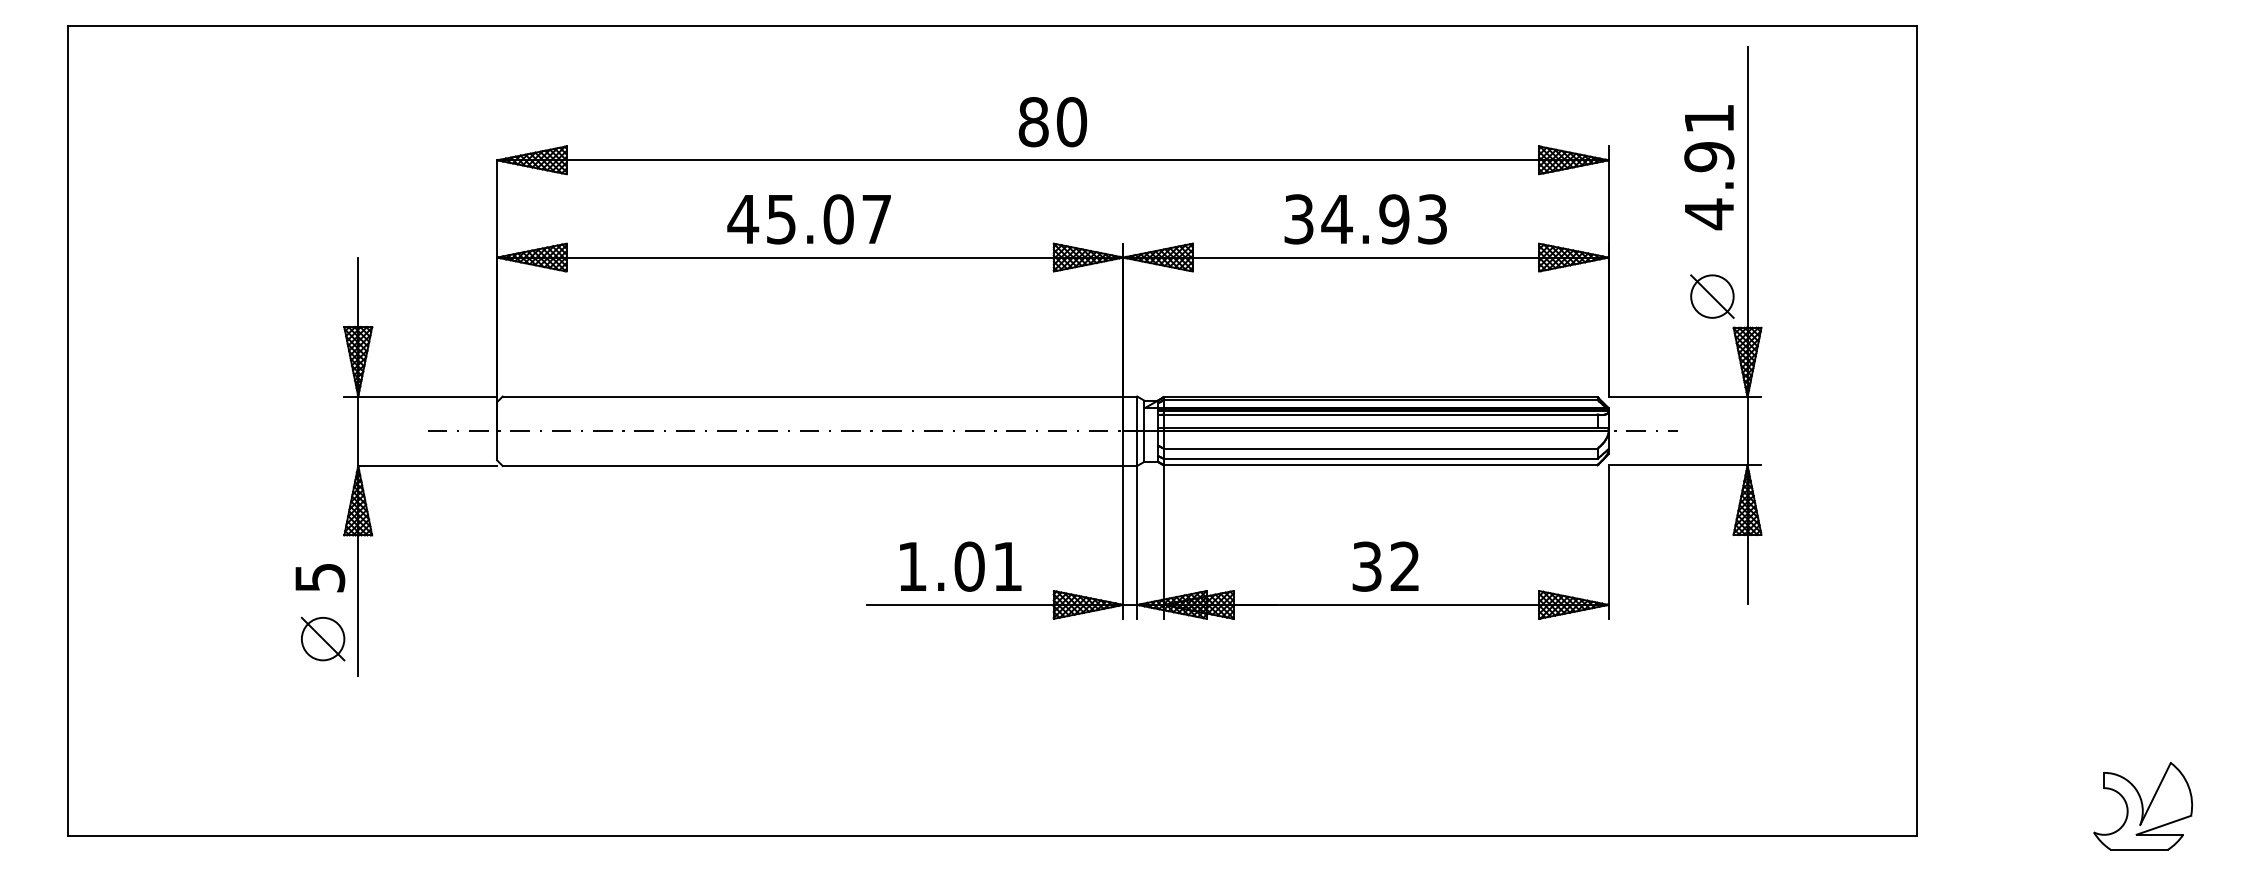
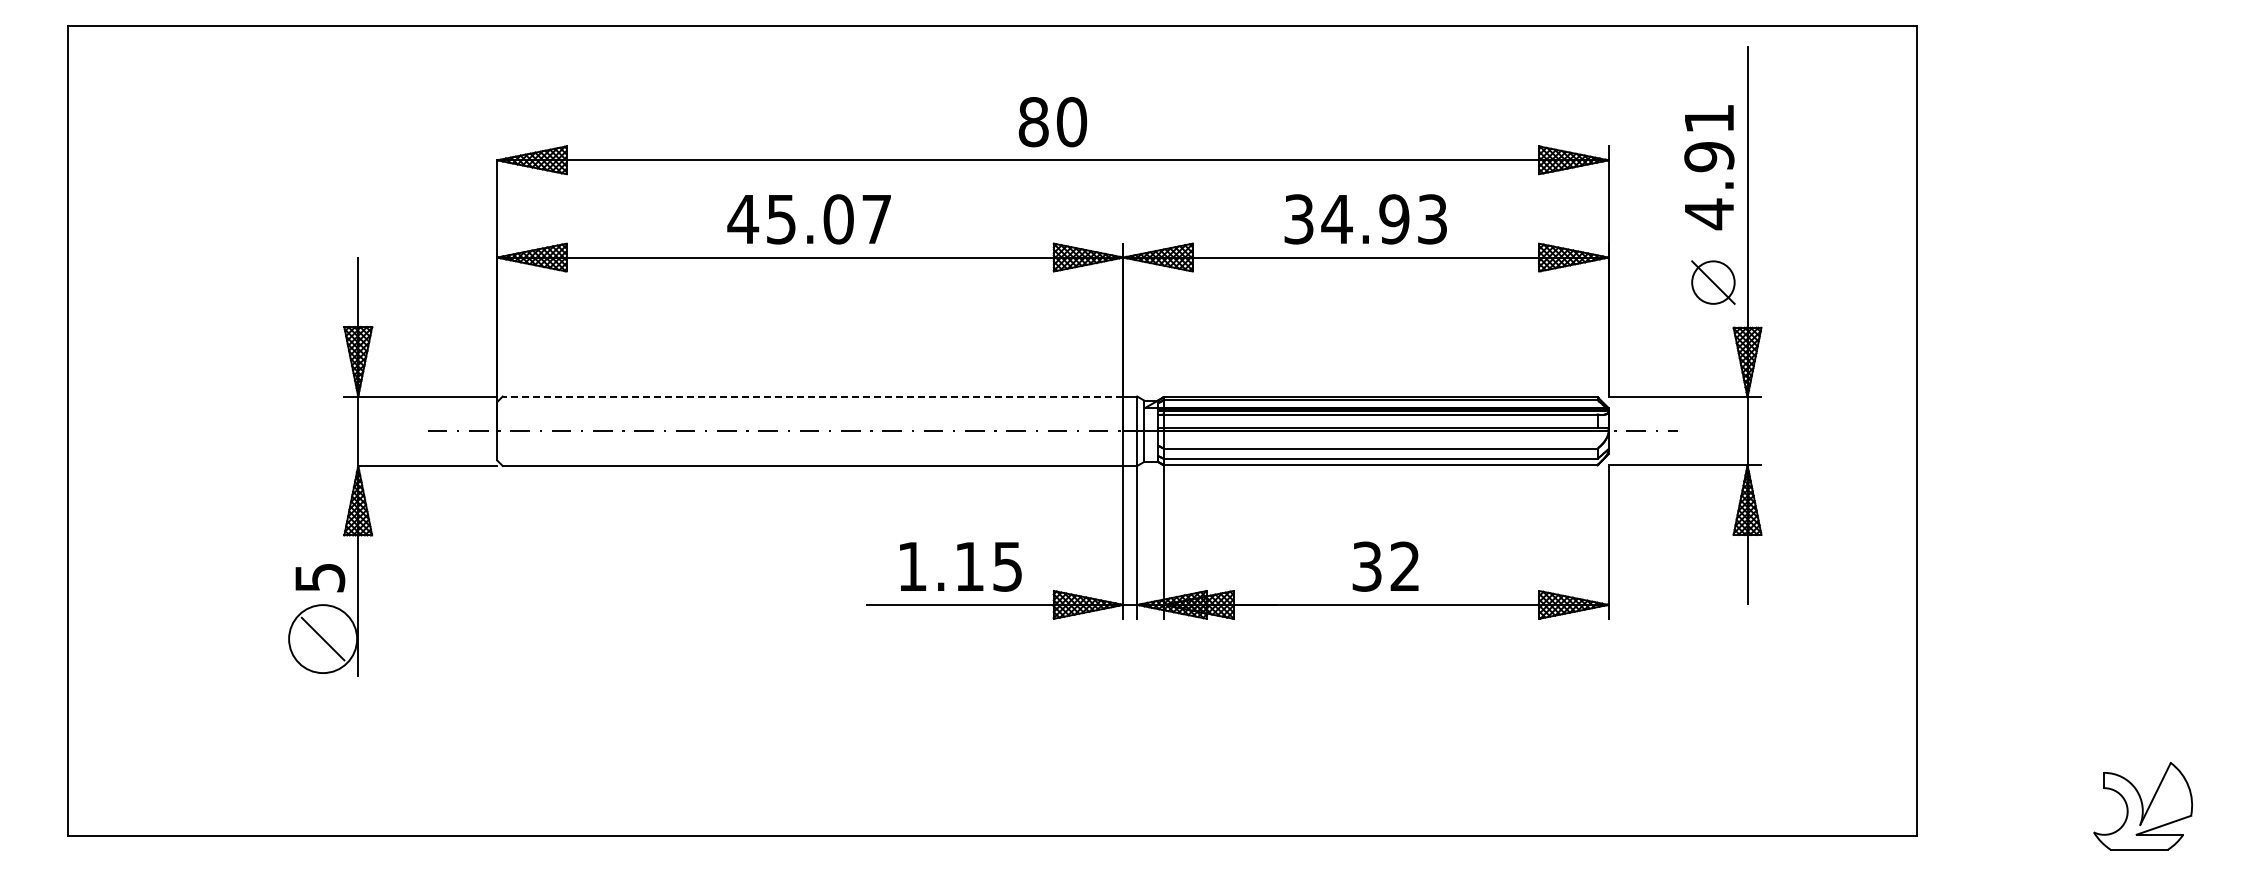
part at (1712, 296) position: (1712, 296) -> (1713, 282)
line at (812, 396): solid -> dashed
text at (987, 566): 1.01 -> 1.15
circle at (322, 638) diameter: 43 px -> 68 px
